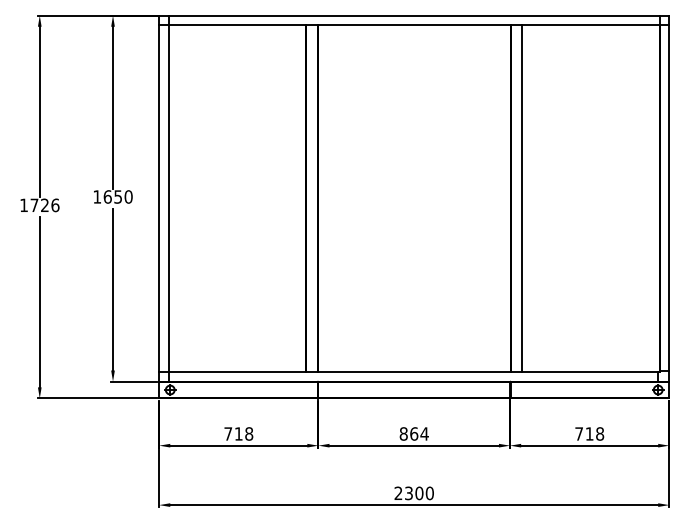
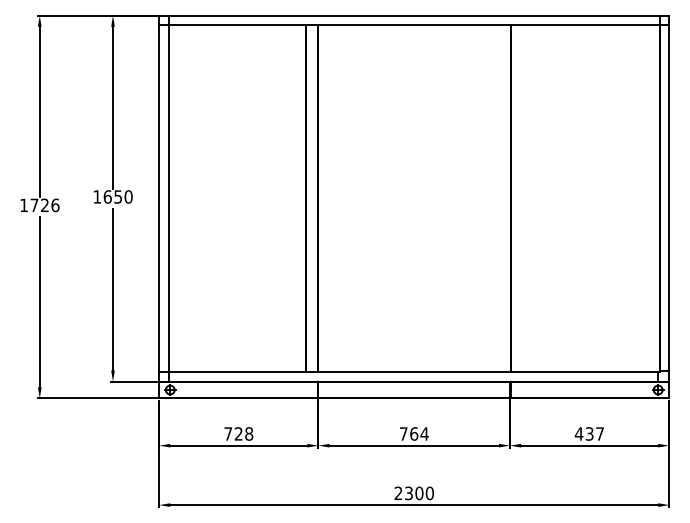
line at (522, 198): present -> none
text at (238, 433): 718 -> 728
text at (403, 433): 864 -> 764
text at (589, 433): 718 -> 437
